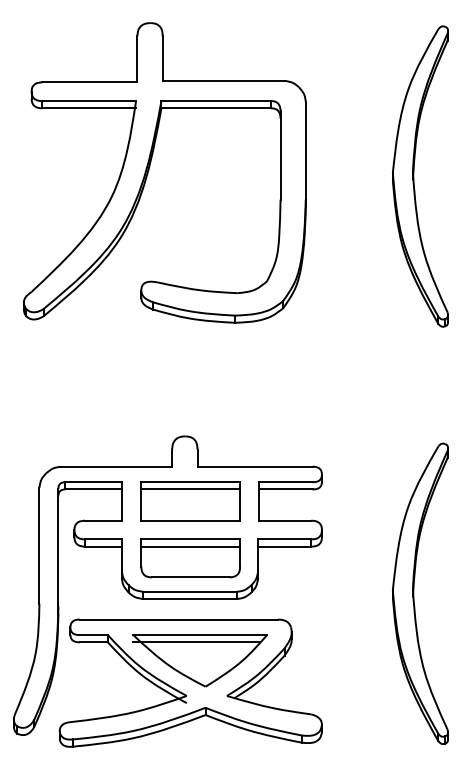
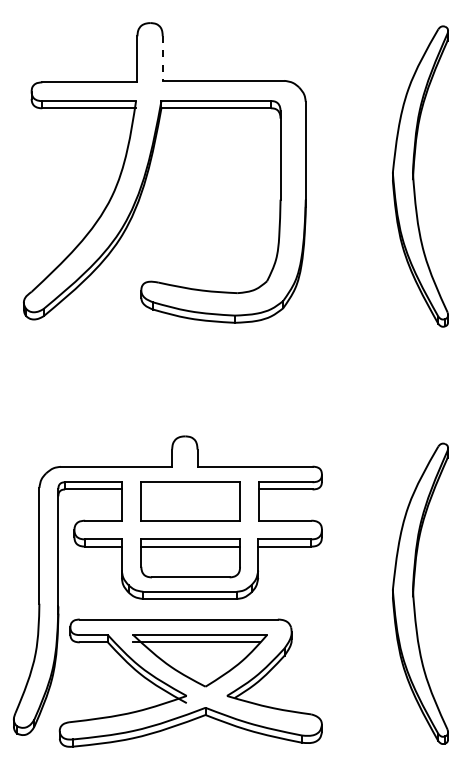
line at (162, 59): solid -> dashed
line at (190, 489): present -> none
